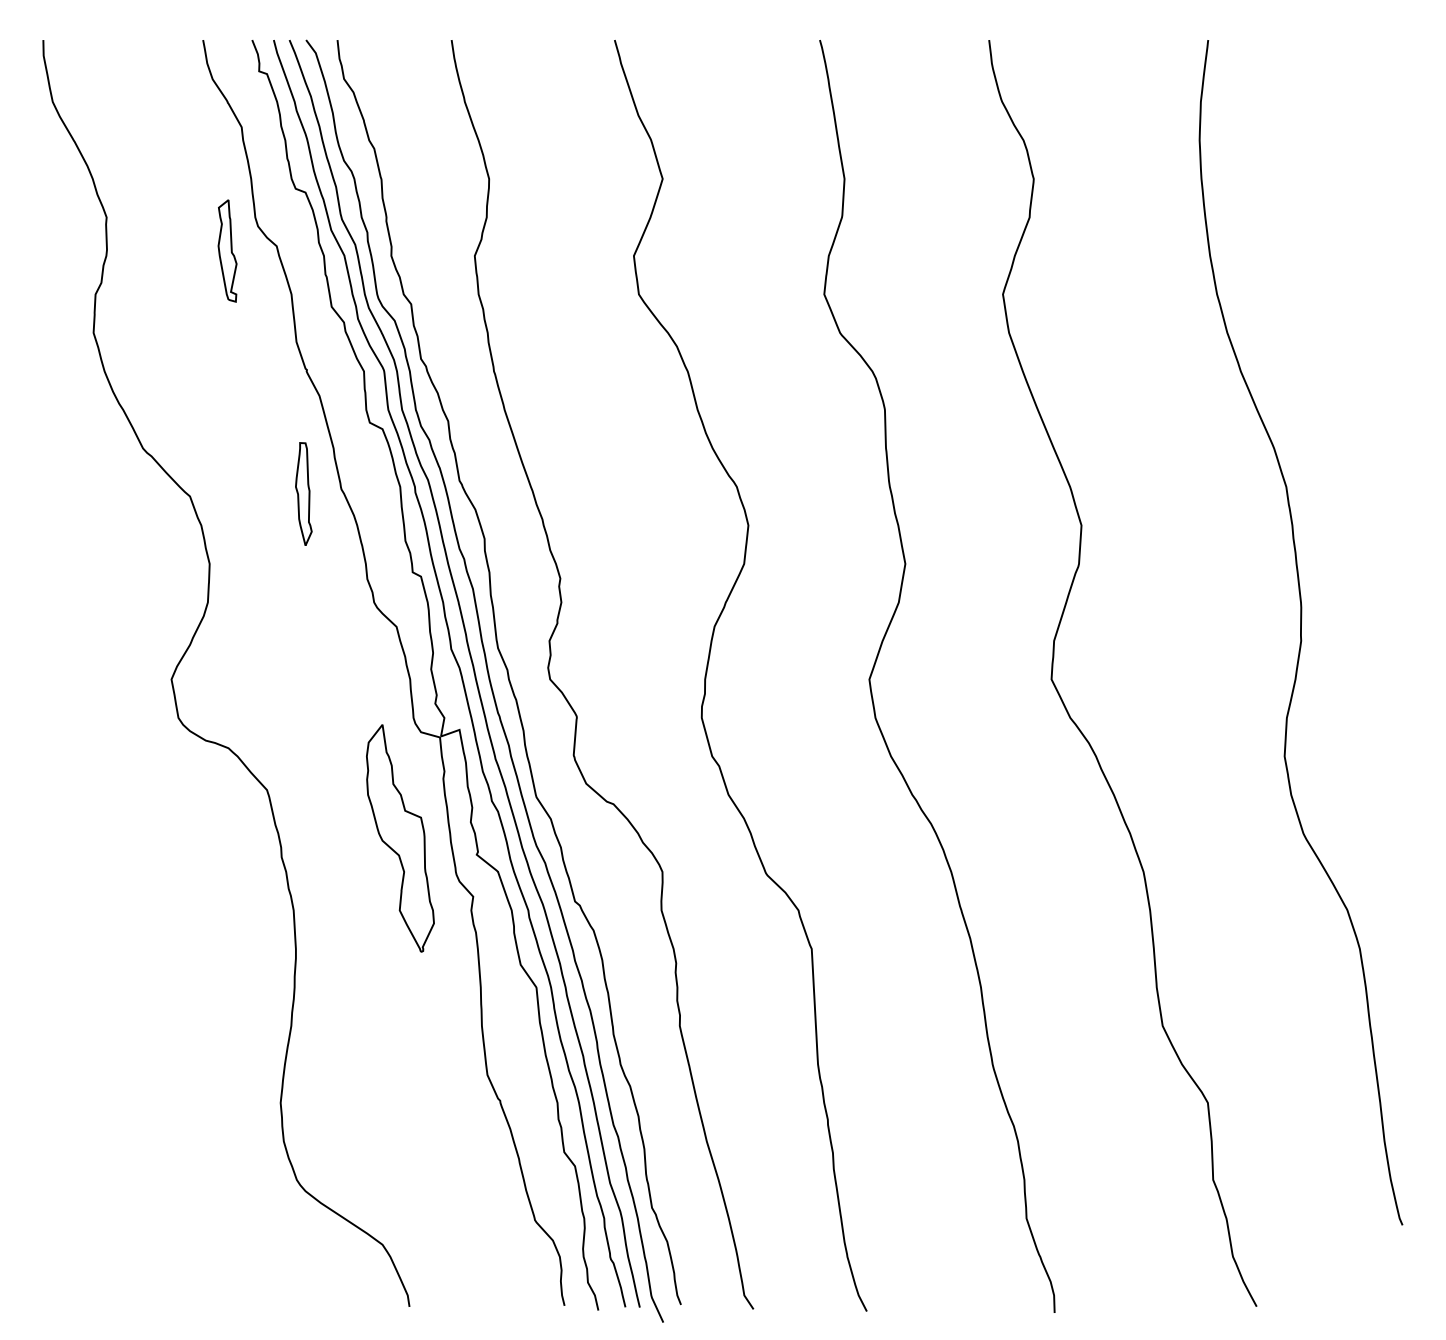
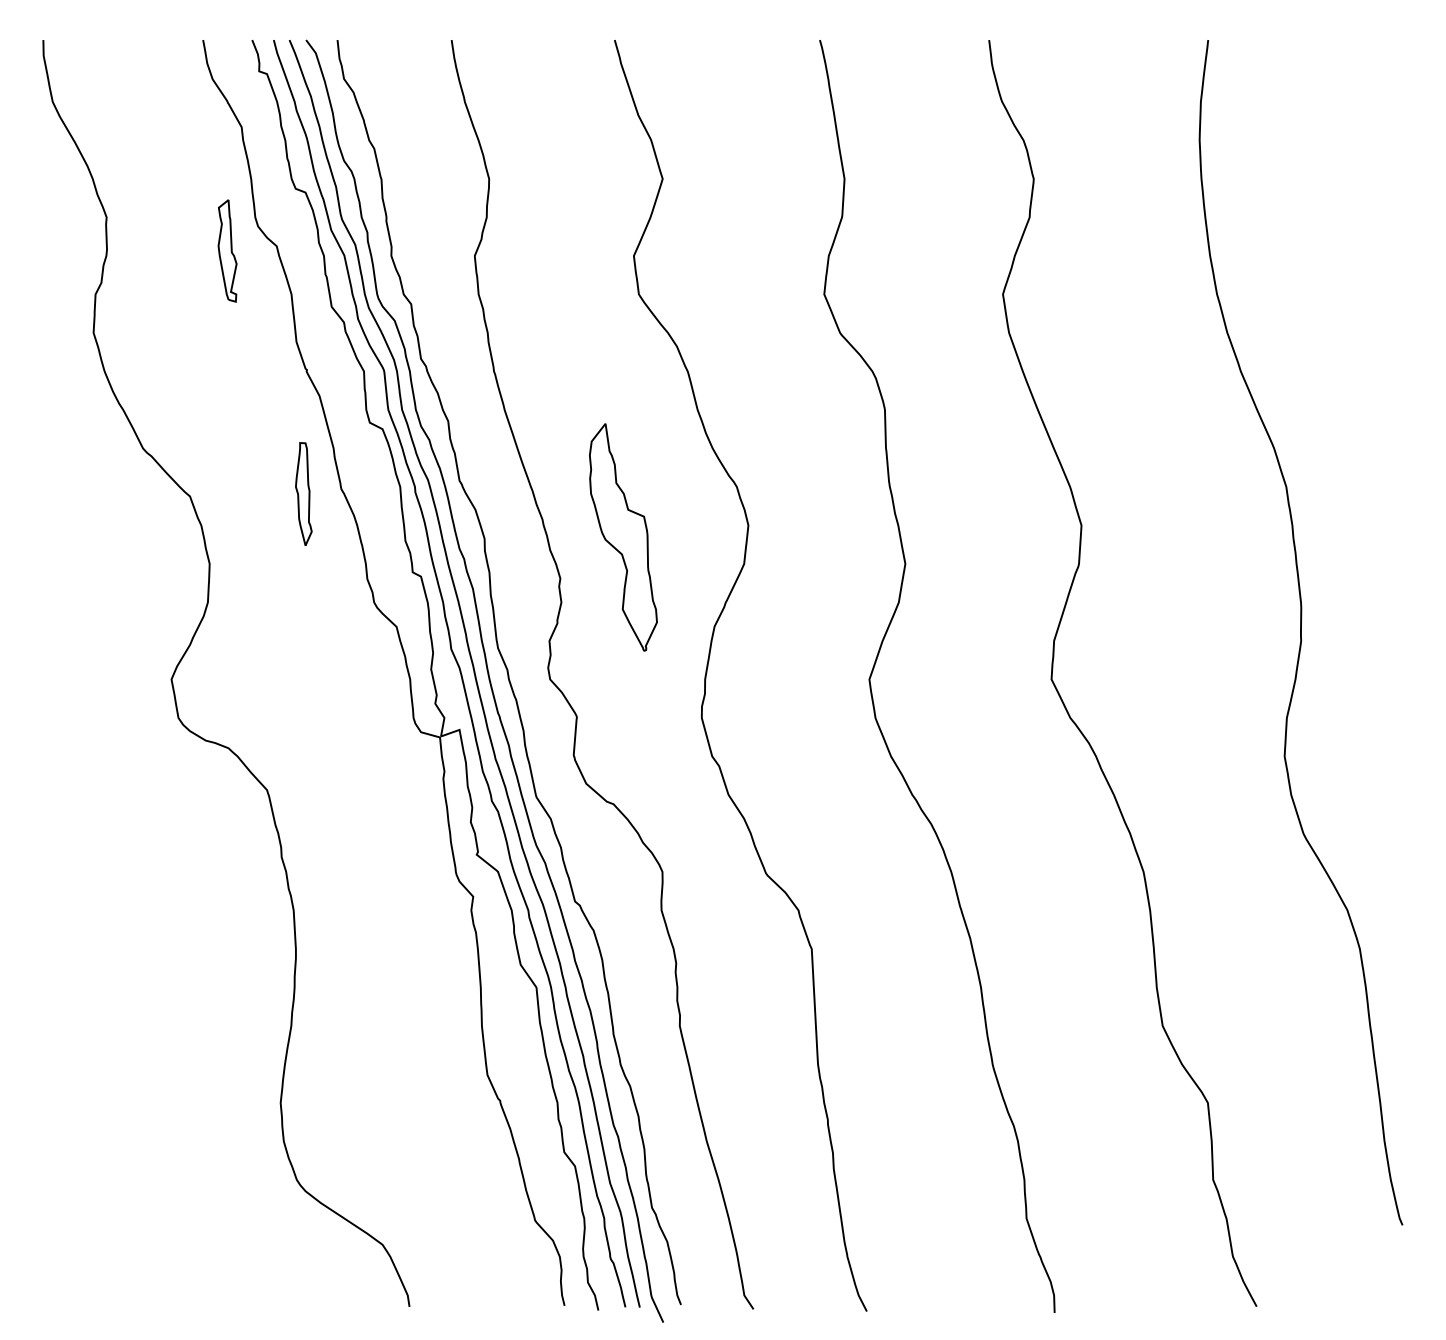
part at (400, 838) position: (400, 838) -> (623, 537)
